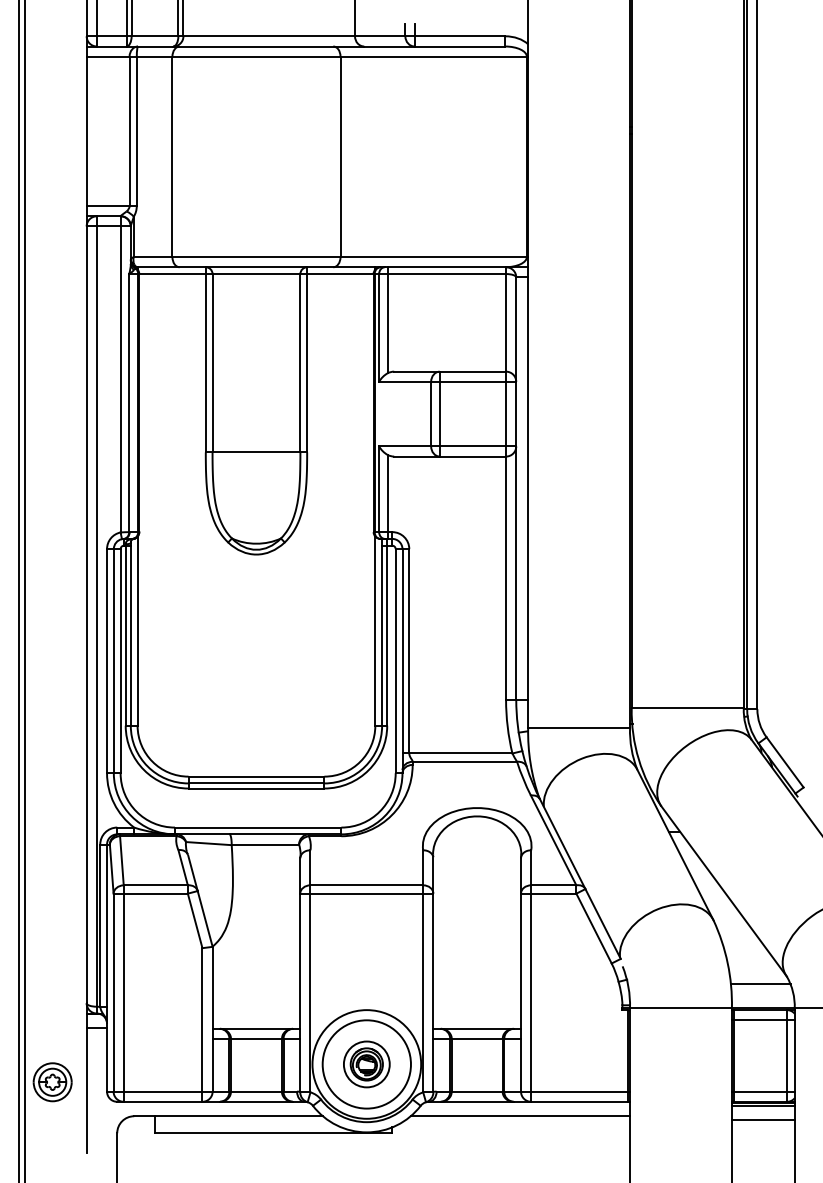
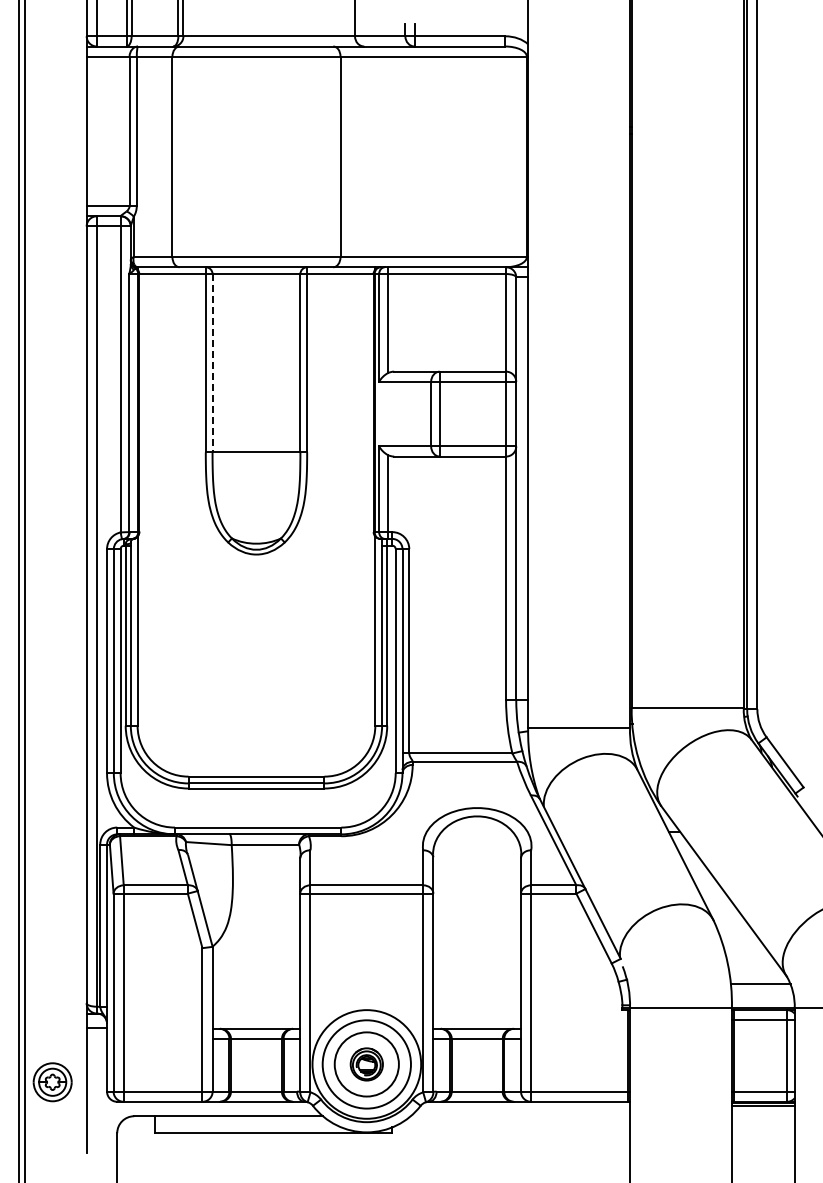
line at (212, 363): solid -> dashed
circle at (366, 1064) diameter: 46 px -> 64 px
line at (520, 1116): present -> none
line at (762, 1119): present -> none
